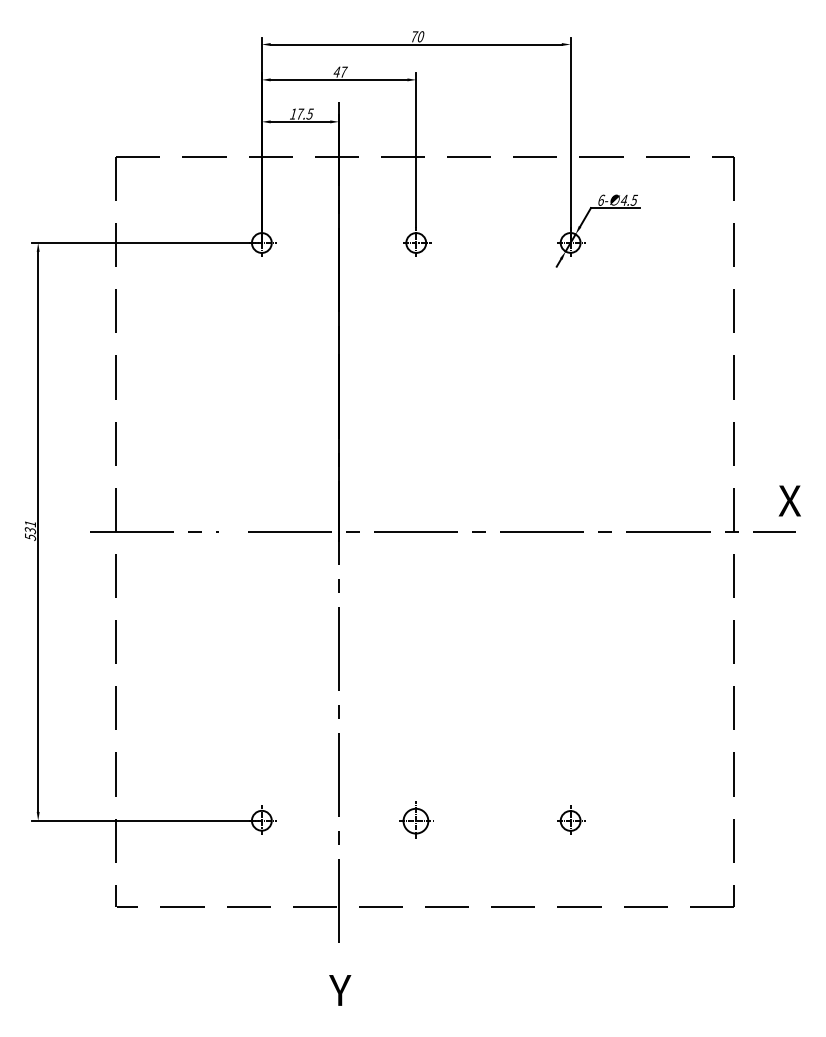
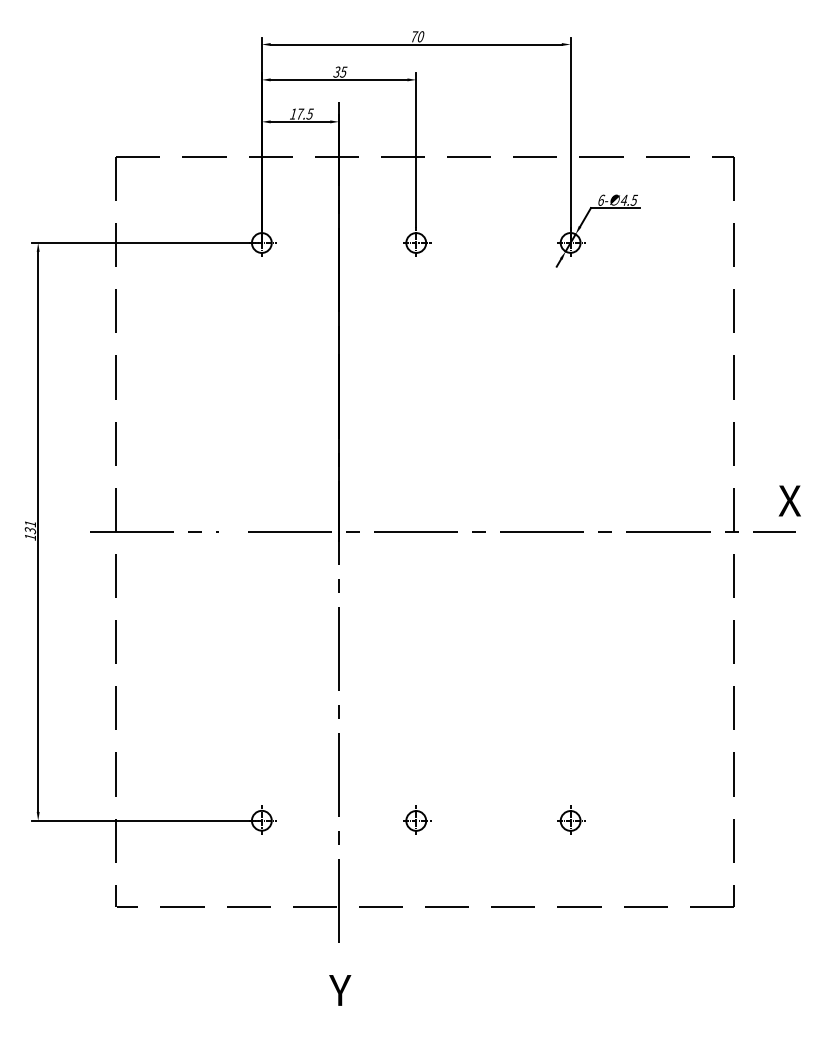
text at (340, 71): 47 -> 35
text at (30, 536): 531 -> 131
part at (416, 819) size: 35x38 px -> 29x30 px
